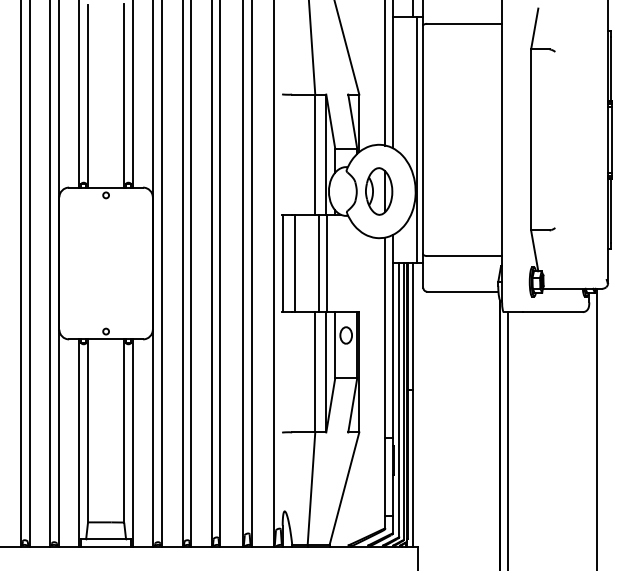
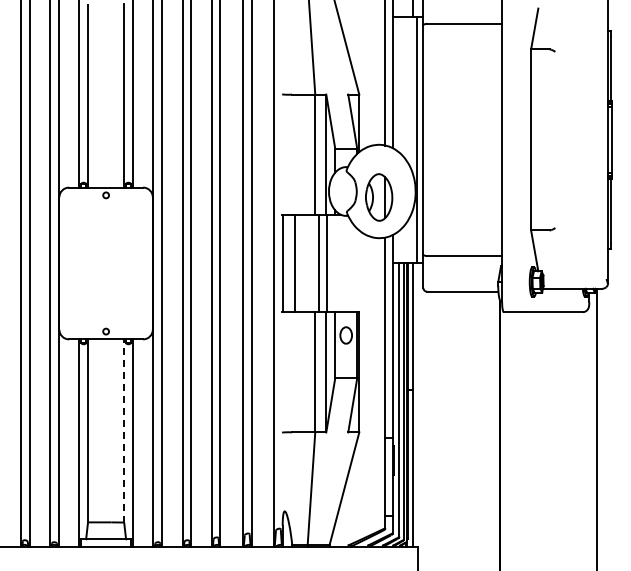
part at (379, 191) position: (379, 191) -> (379, 197)
line at (124, 430): solid -> dashed
line at (507, 439): present -> none
